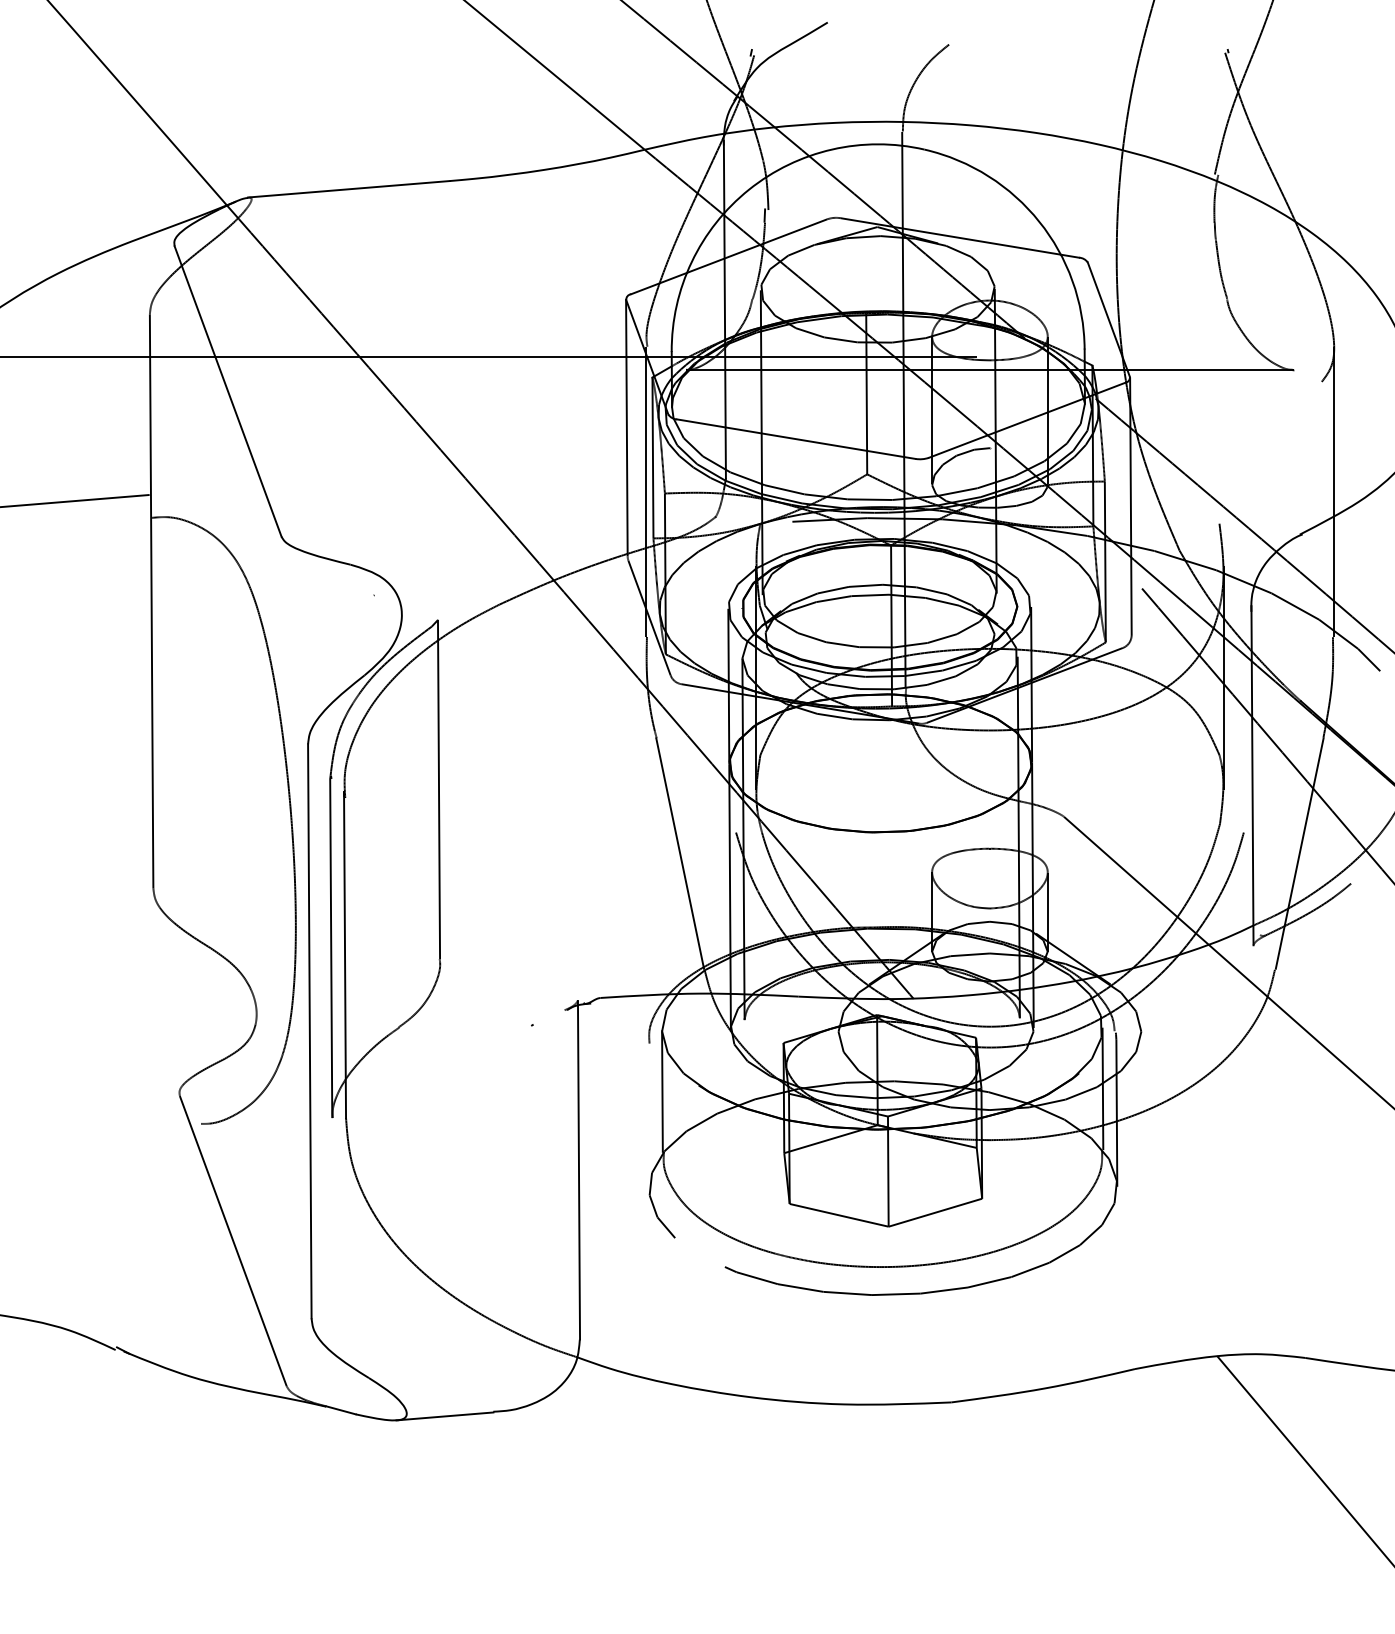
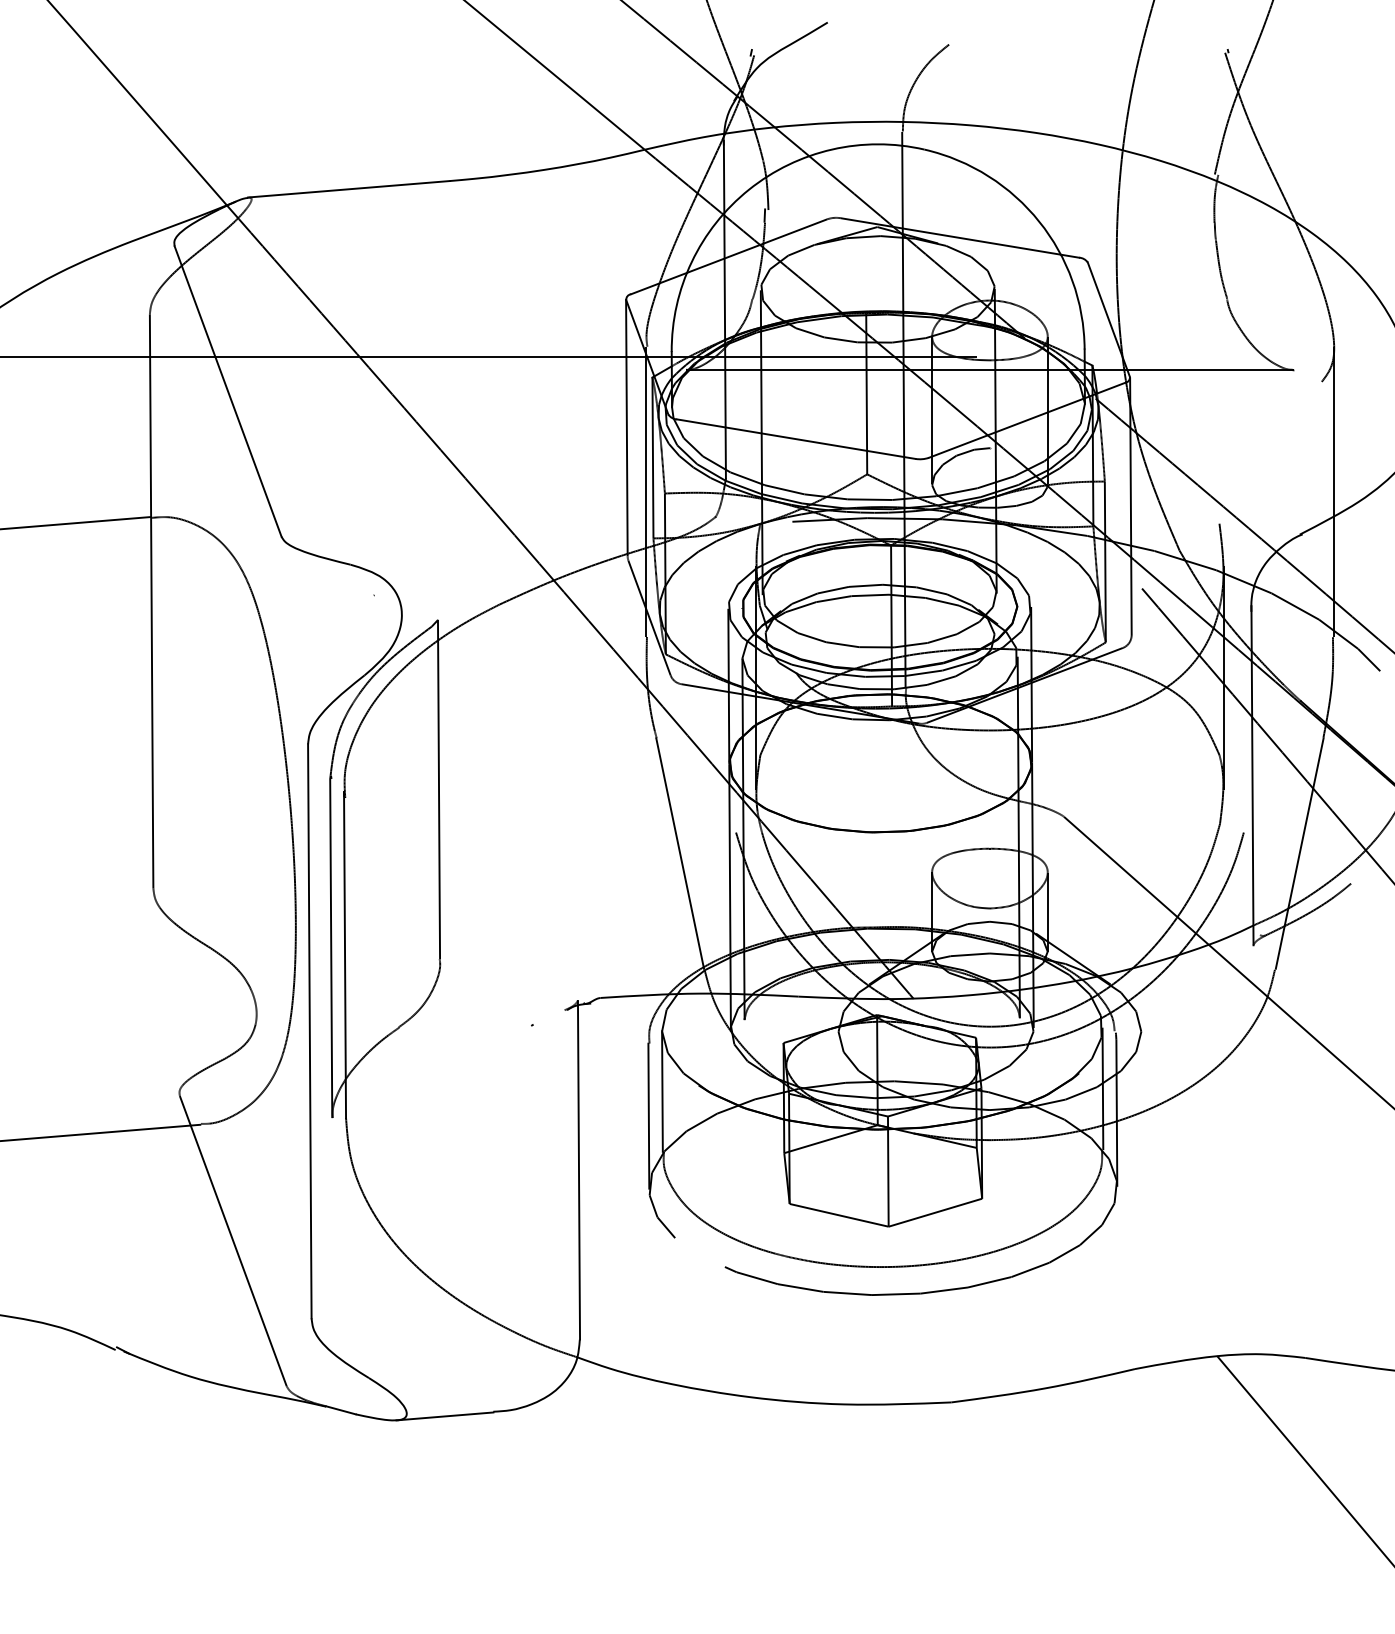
line at (75, 500) position: (75, 500) -> (76, 522)
line at (648, 1115): none -> present
line at (101, 1132): none -> present
